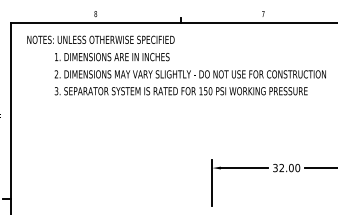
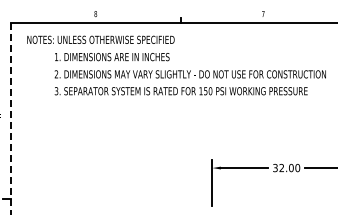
line at (11, 119): solid -> dashed
